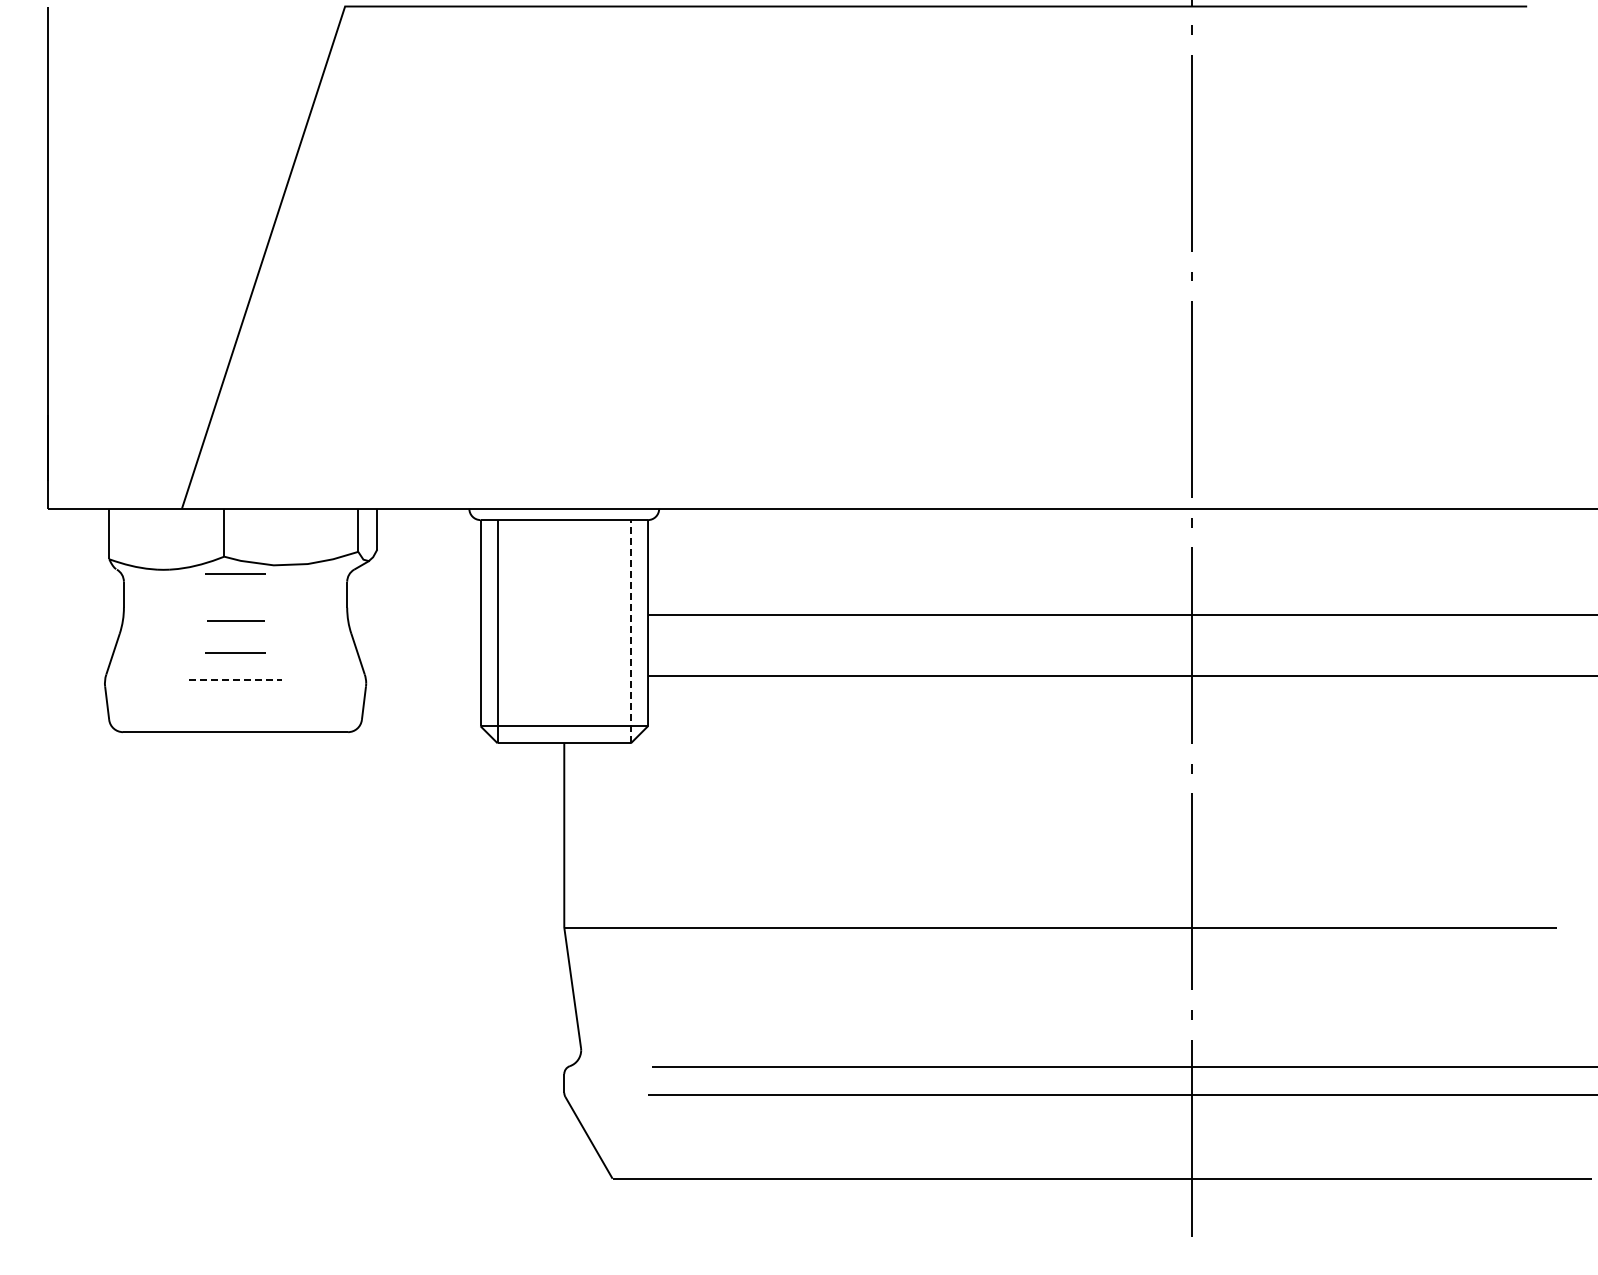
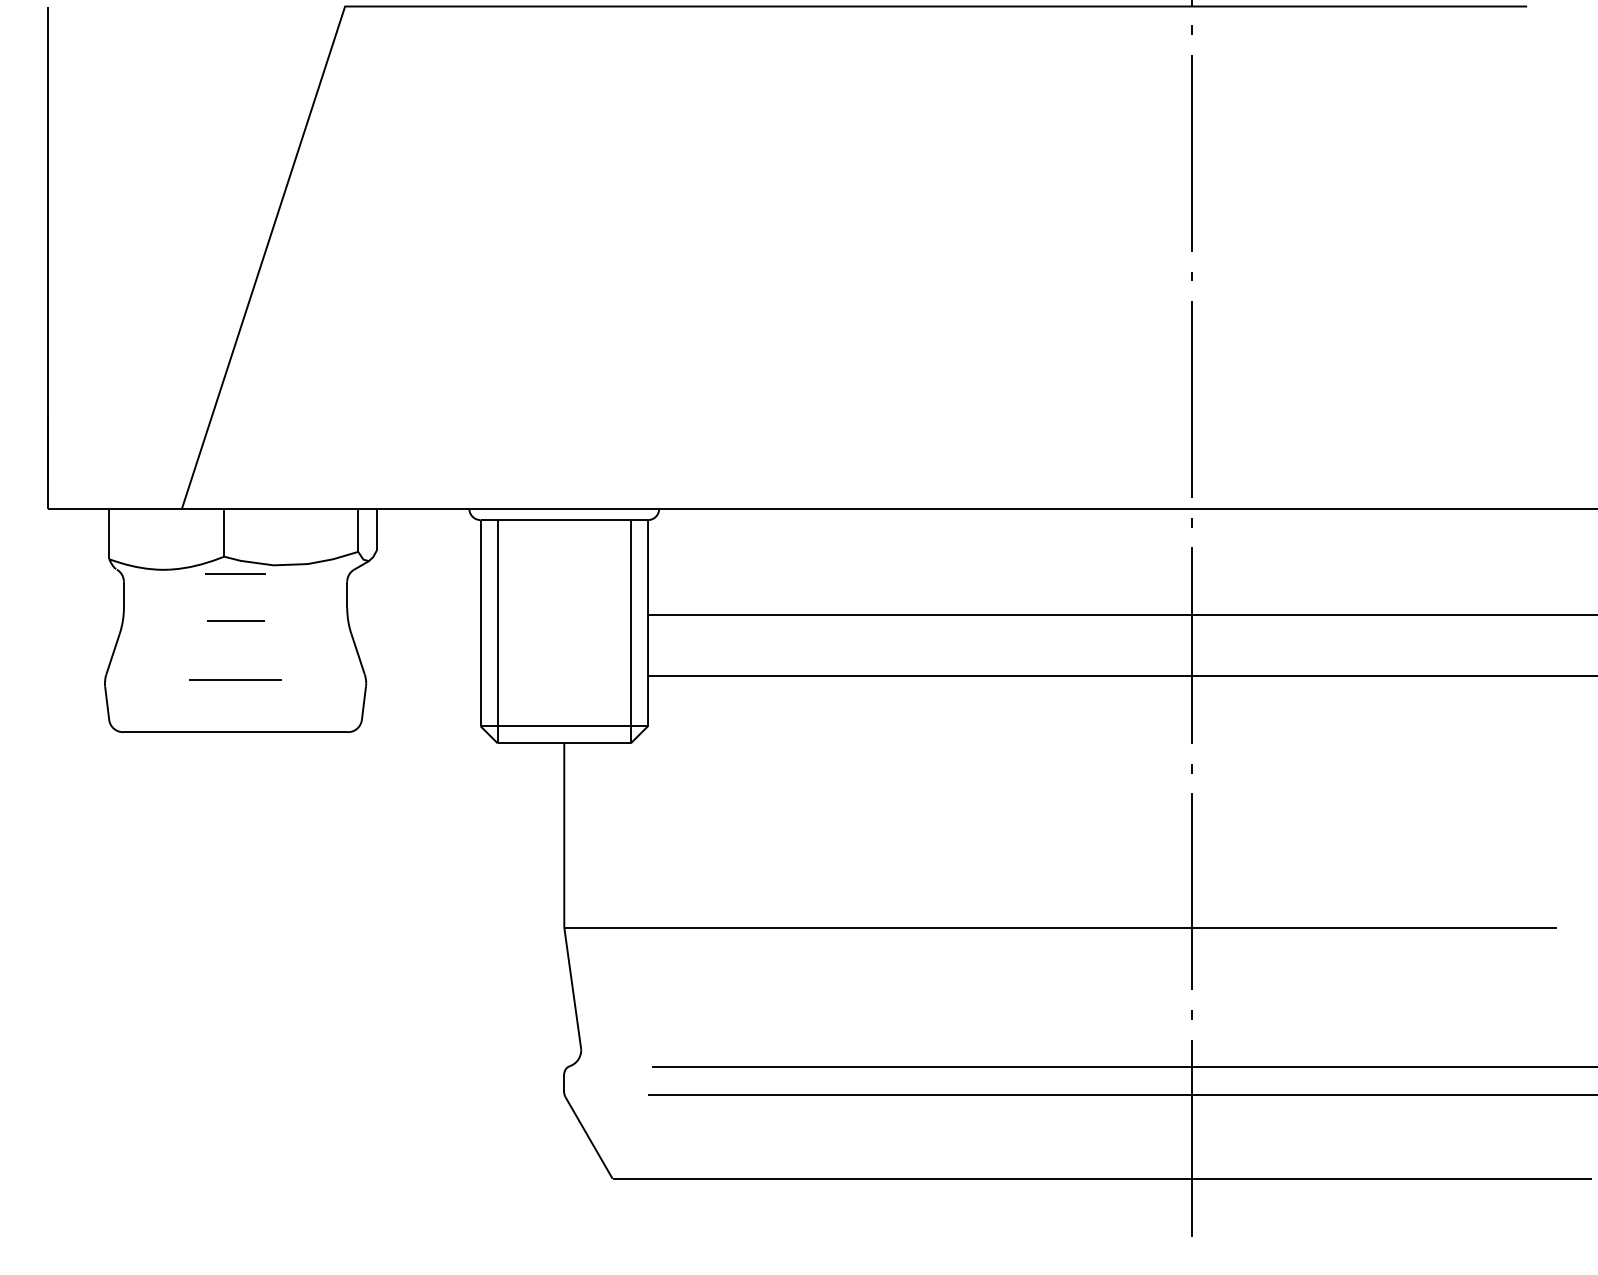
line at (630, 631): dashed -> solid
line at (235, 652): present -> none
line at (235, 680): dashed -> solid
